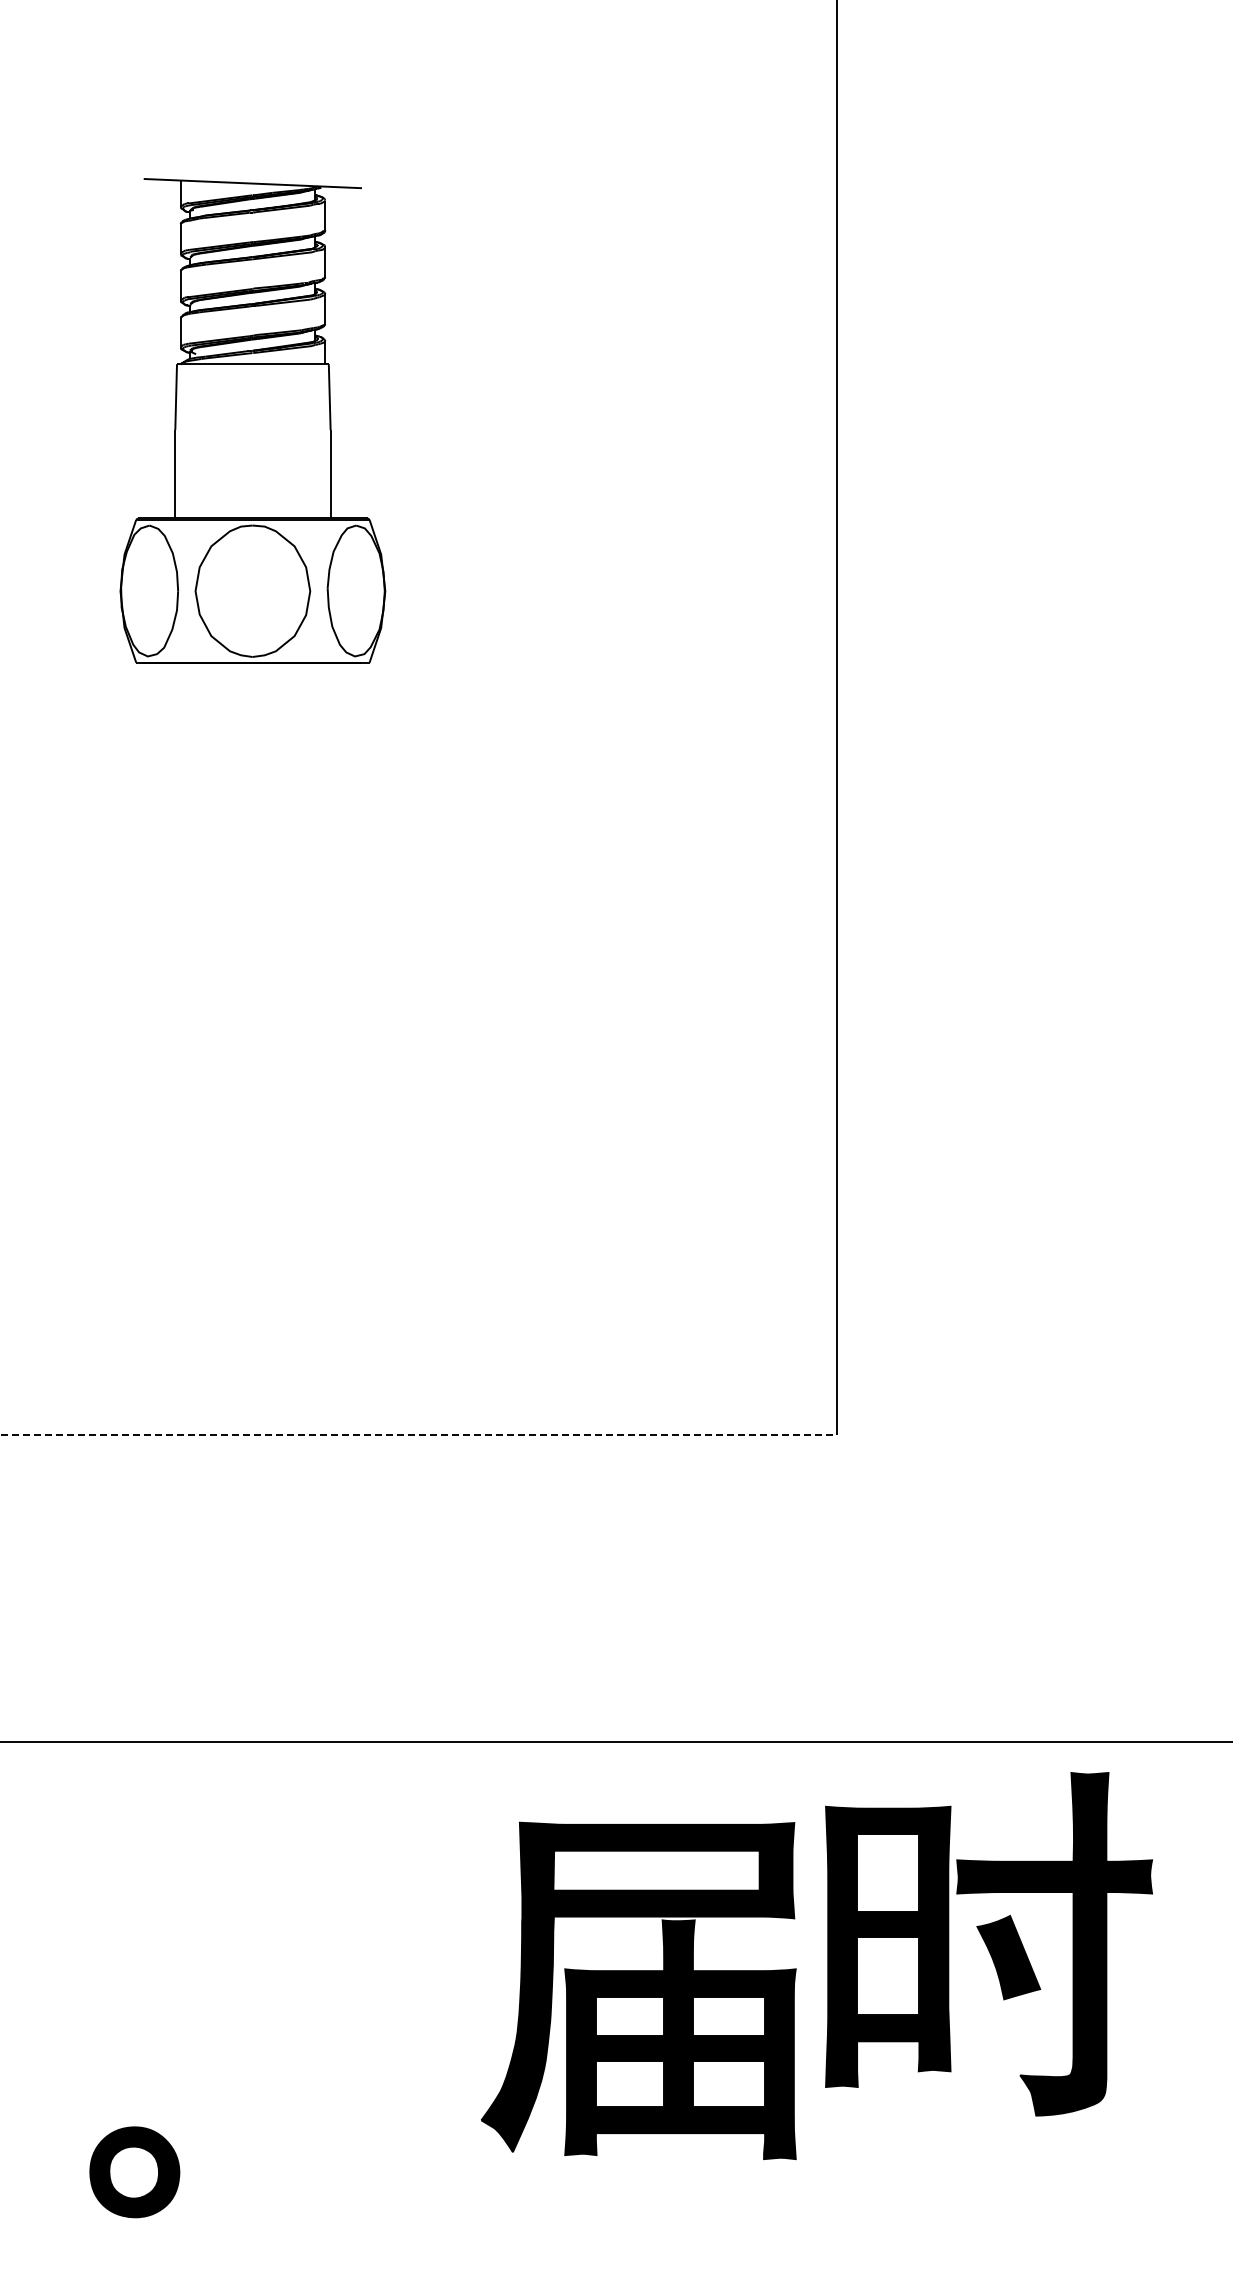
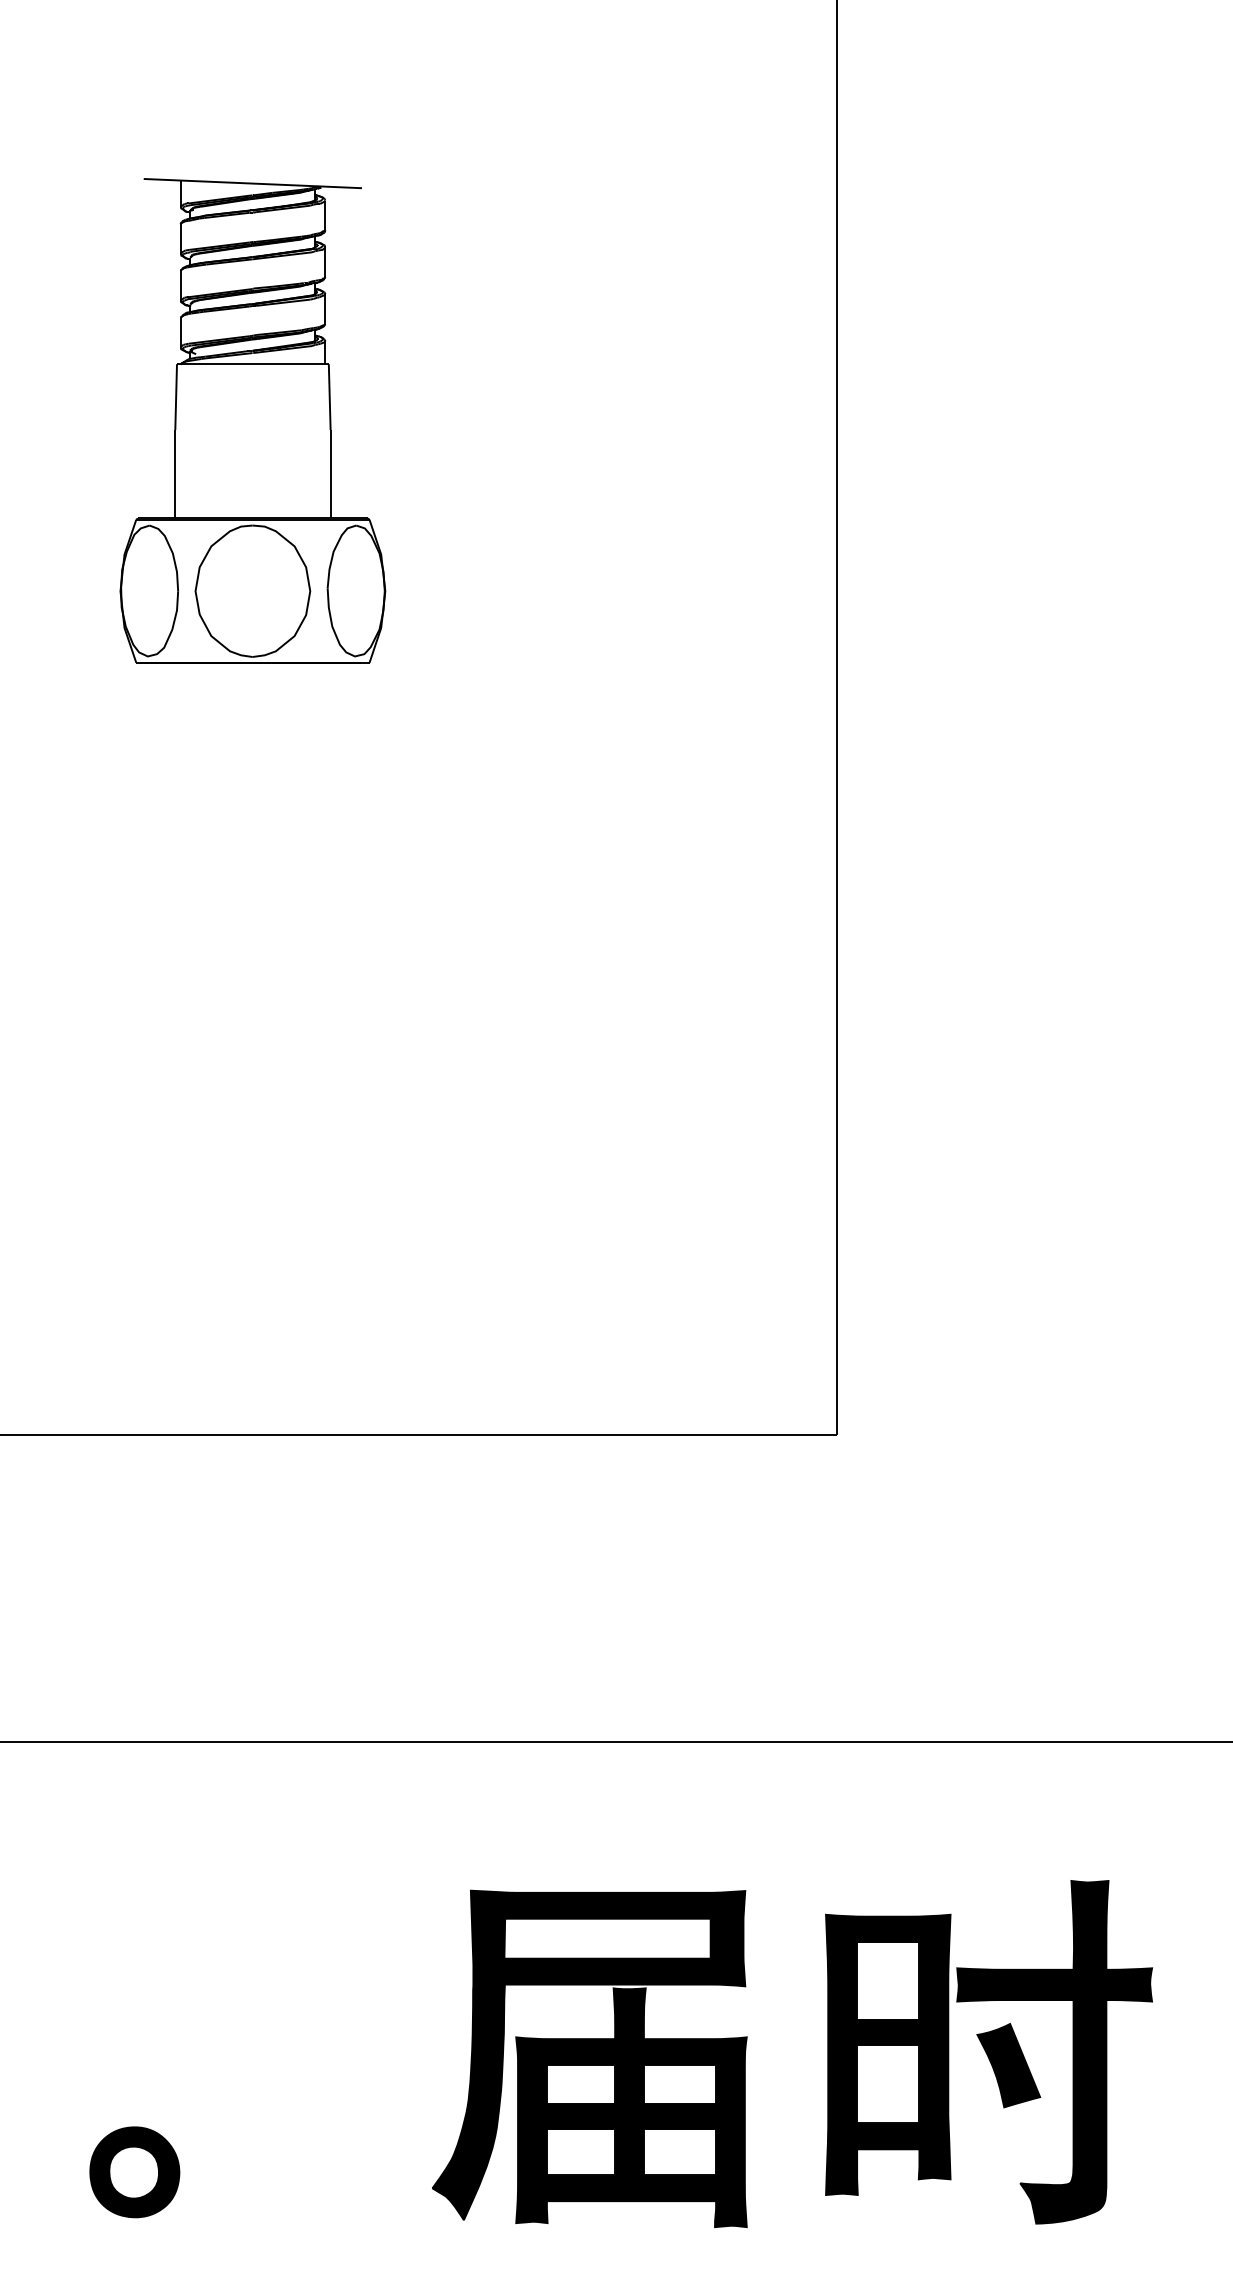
line at (419, 1435): dashed -> solid
part at (988, 1944) position: (988, 1944) -> (988, 2052)
part at (638, 1990) position: (638, 1990) -> (589, 2058)
